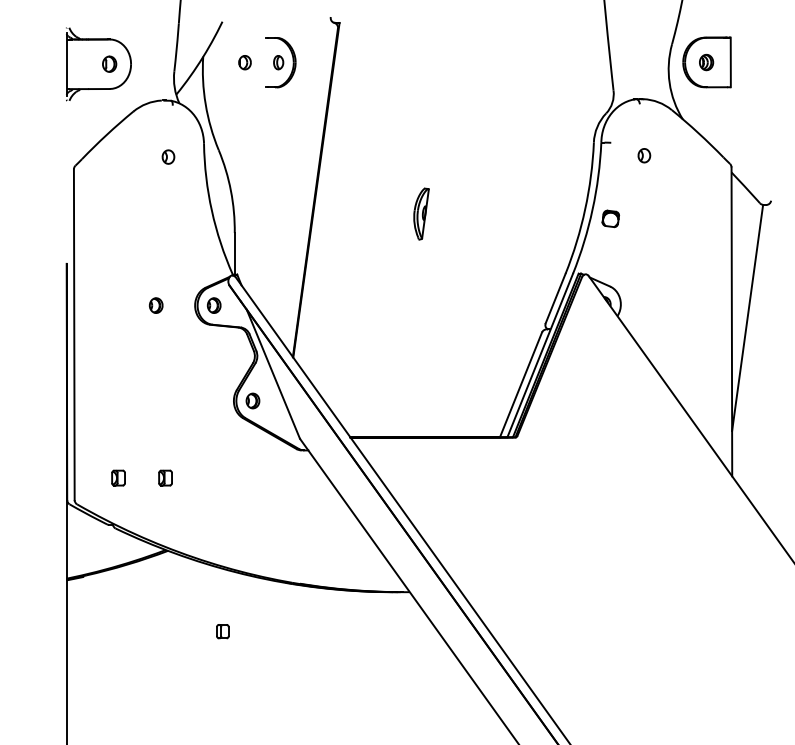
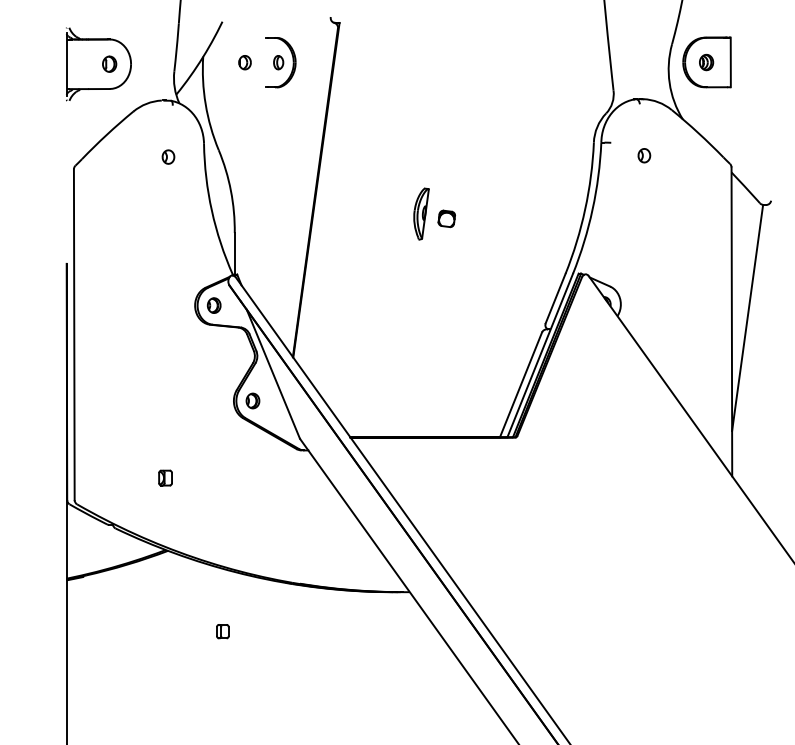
part at (610, 218) position: (610, 218) -> (446, 218)
part at (156, 305): present -> none
part at (118, 477): present -> none
